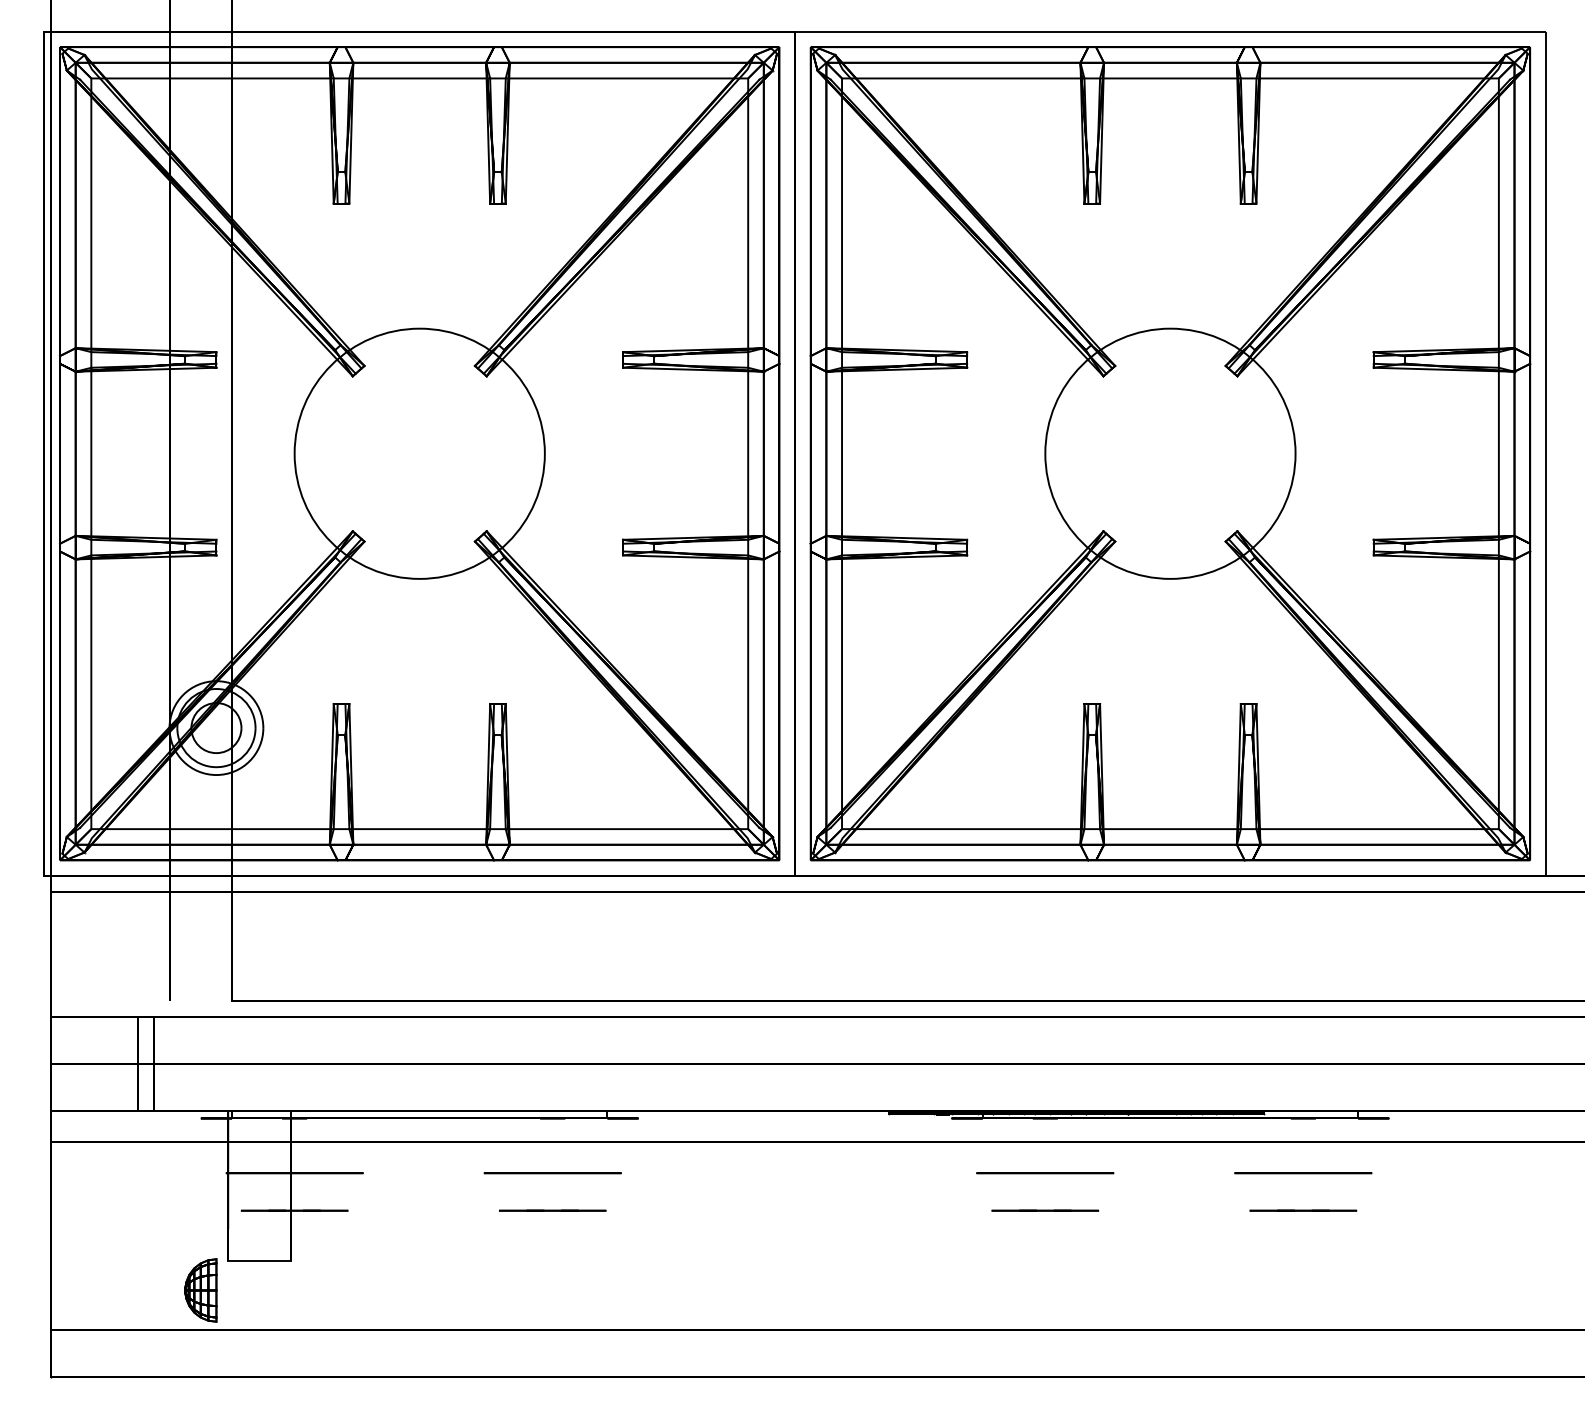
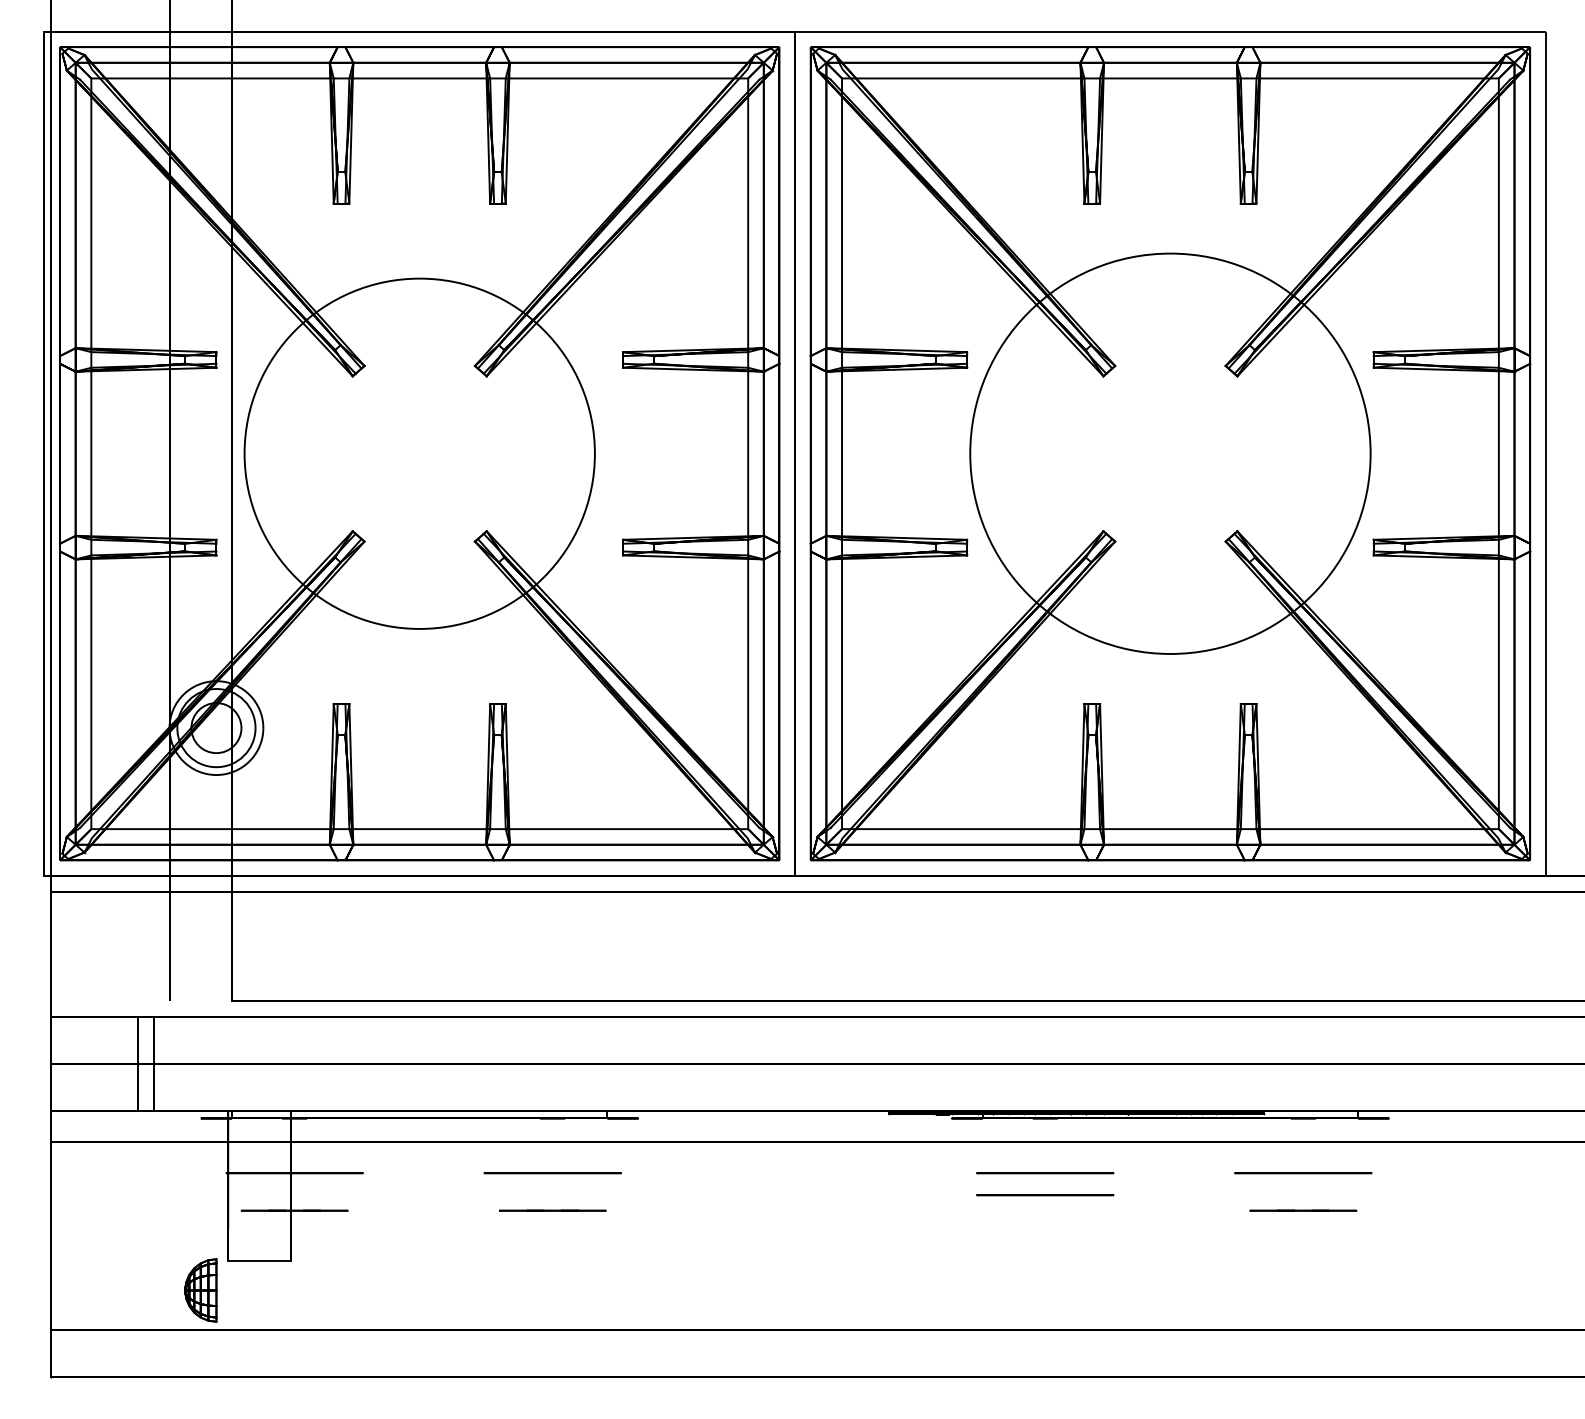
circle at (419, 453) diameter: 250 px -> 350 px
circle at (1170, 453) diameter: 250 px -> 400 px
circle at (1045, 1195): none -> present
line at (1045, 1210): present -> none
